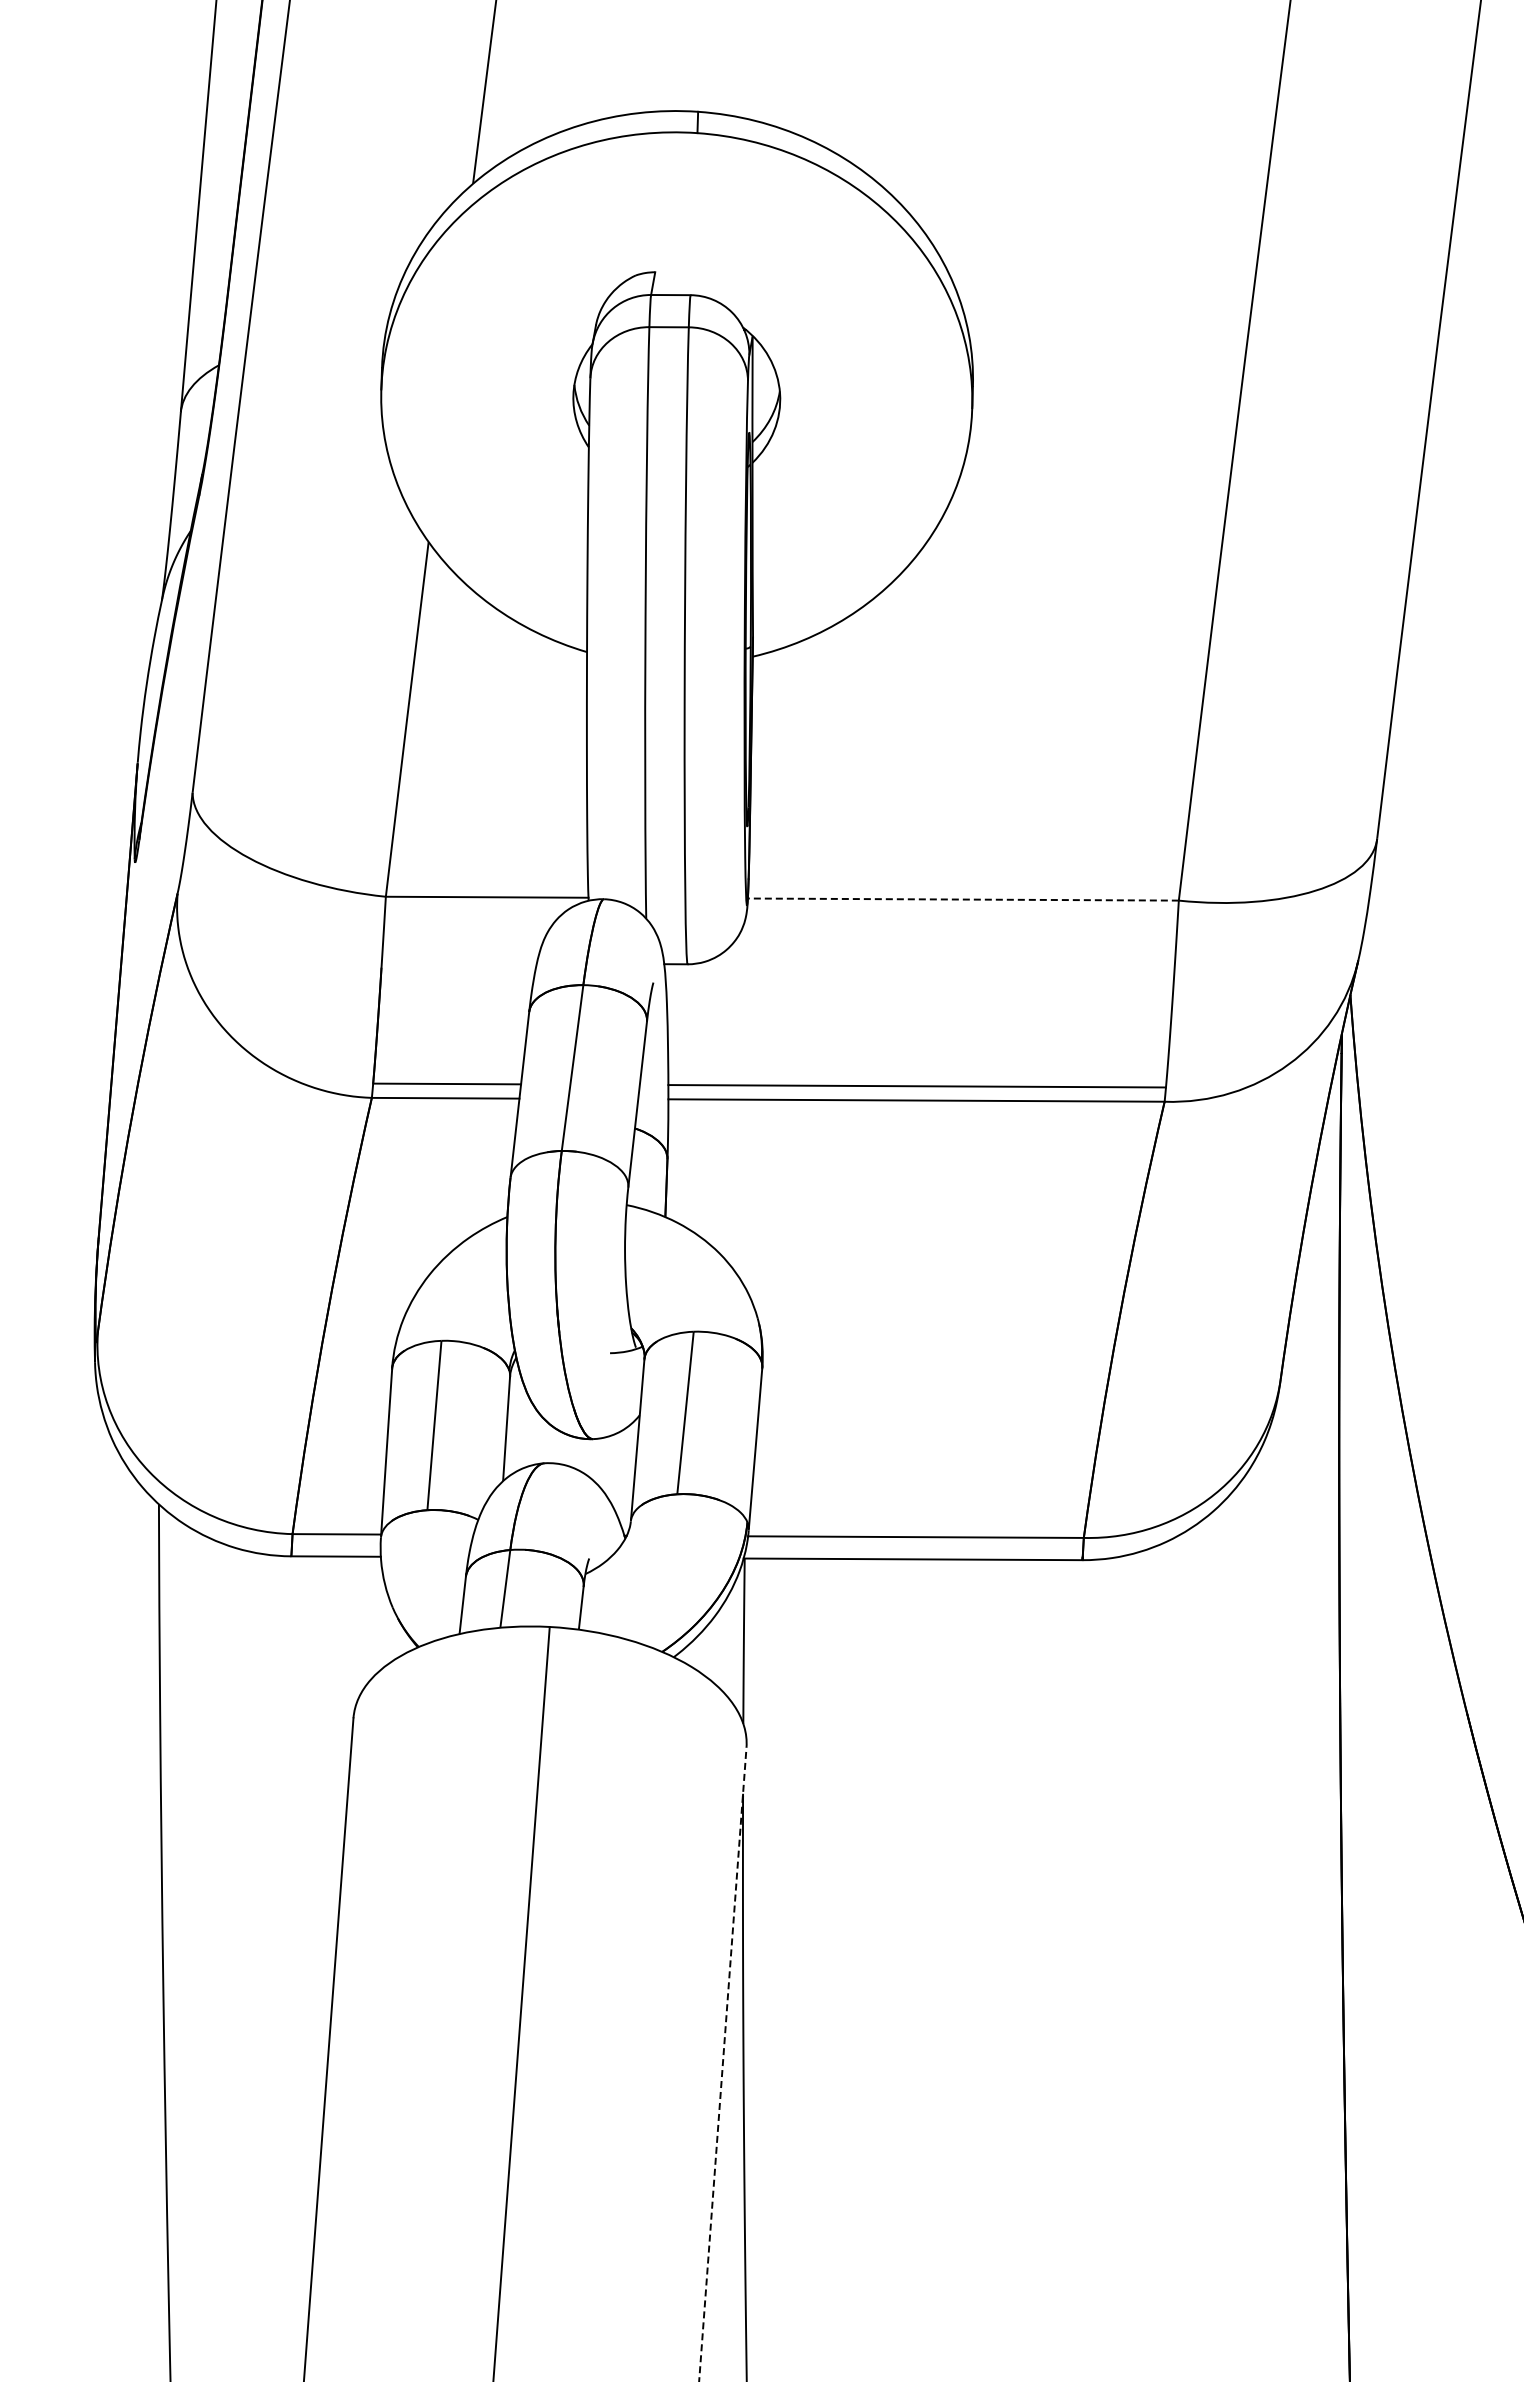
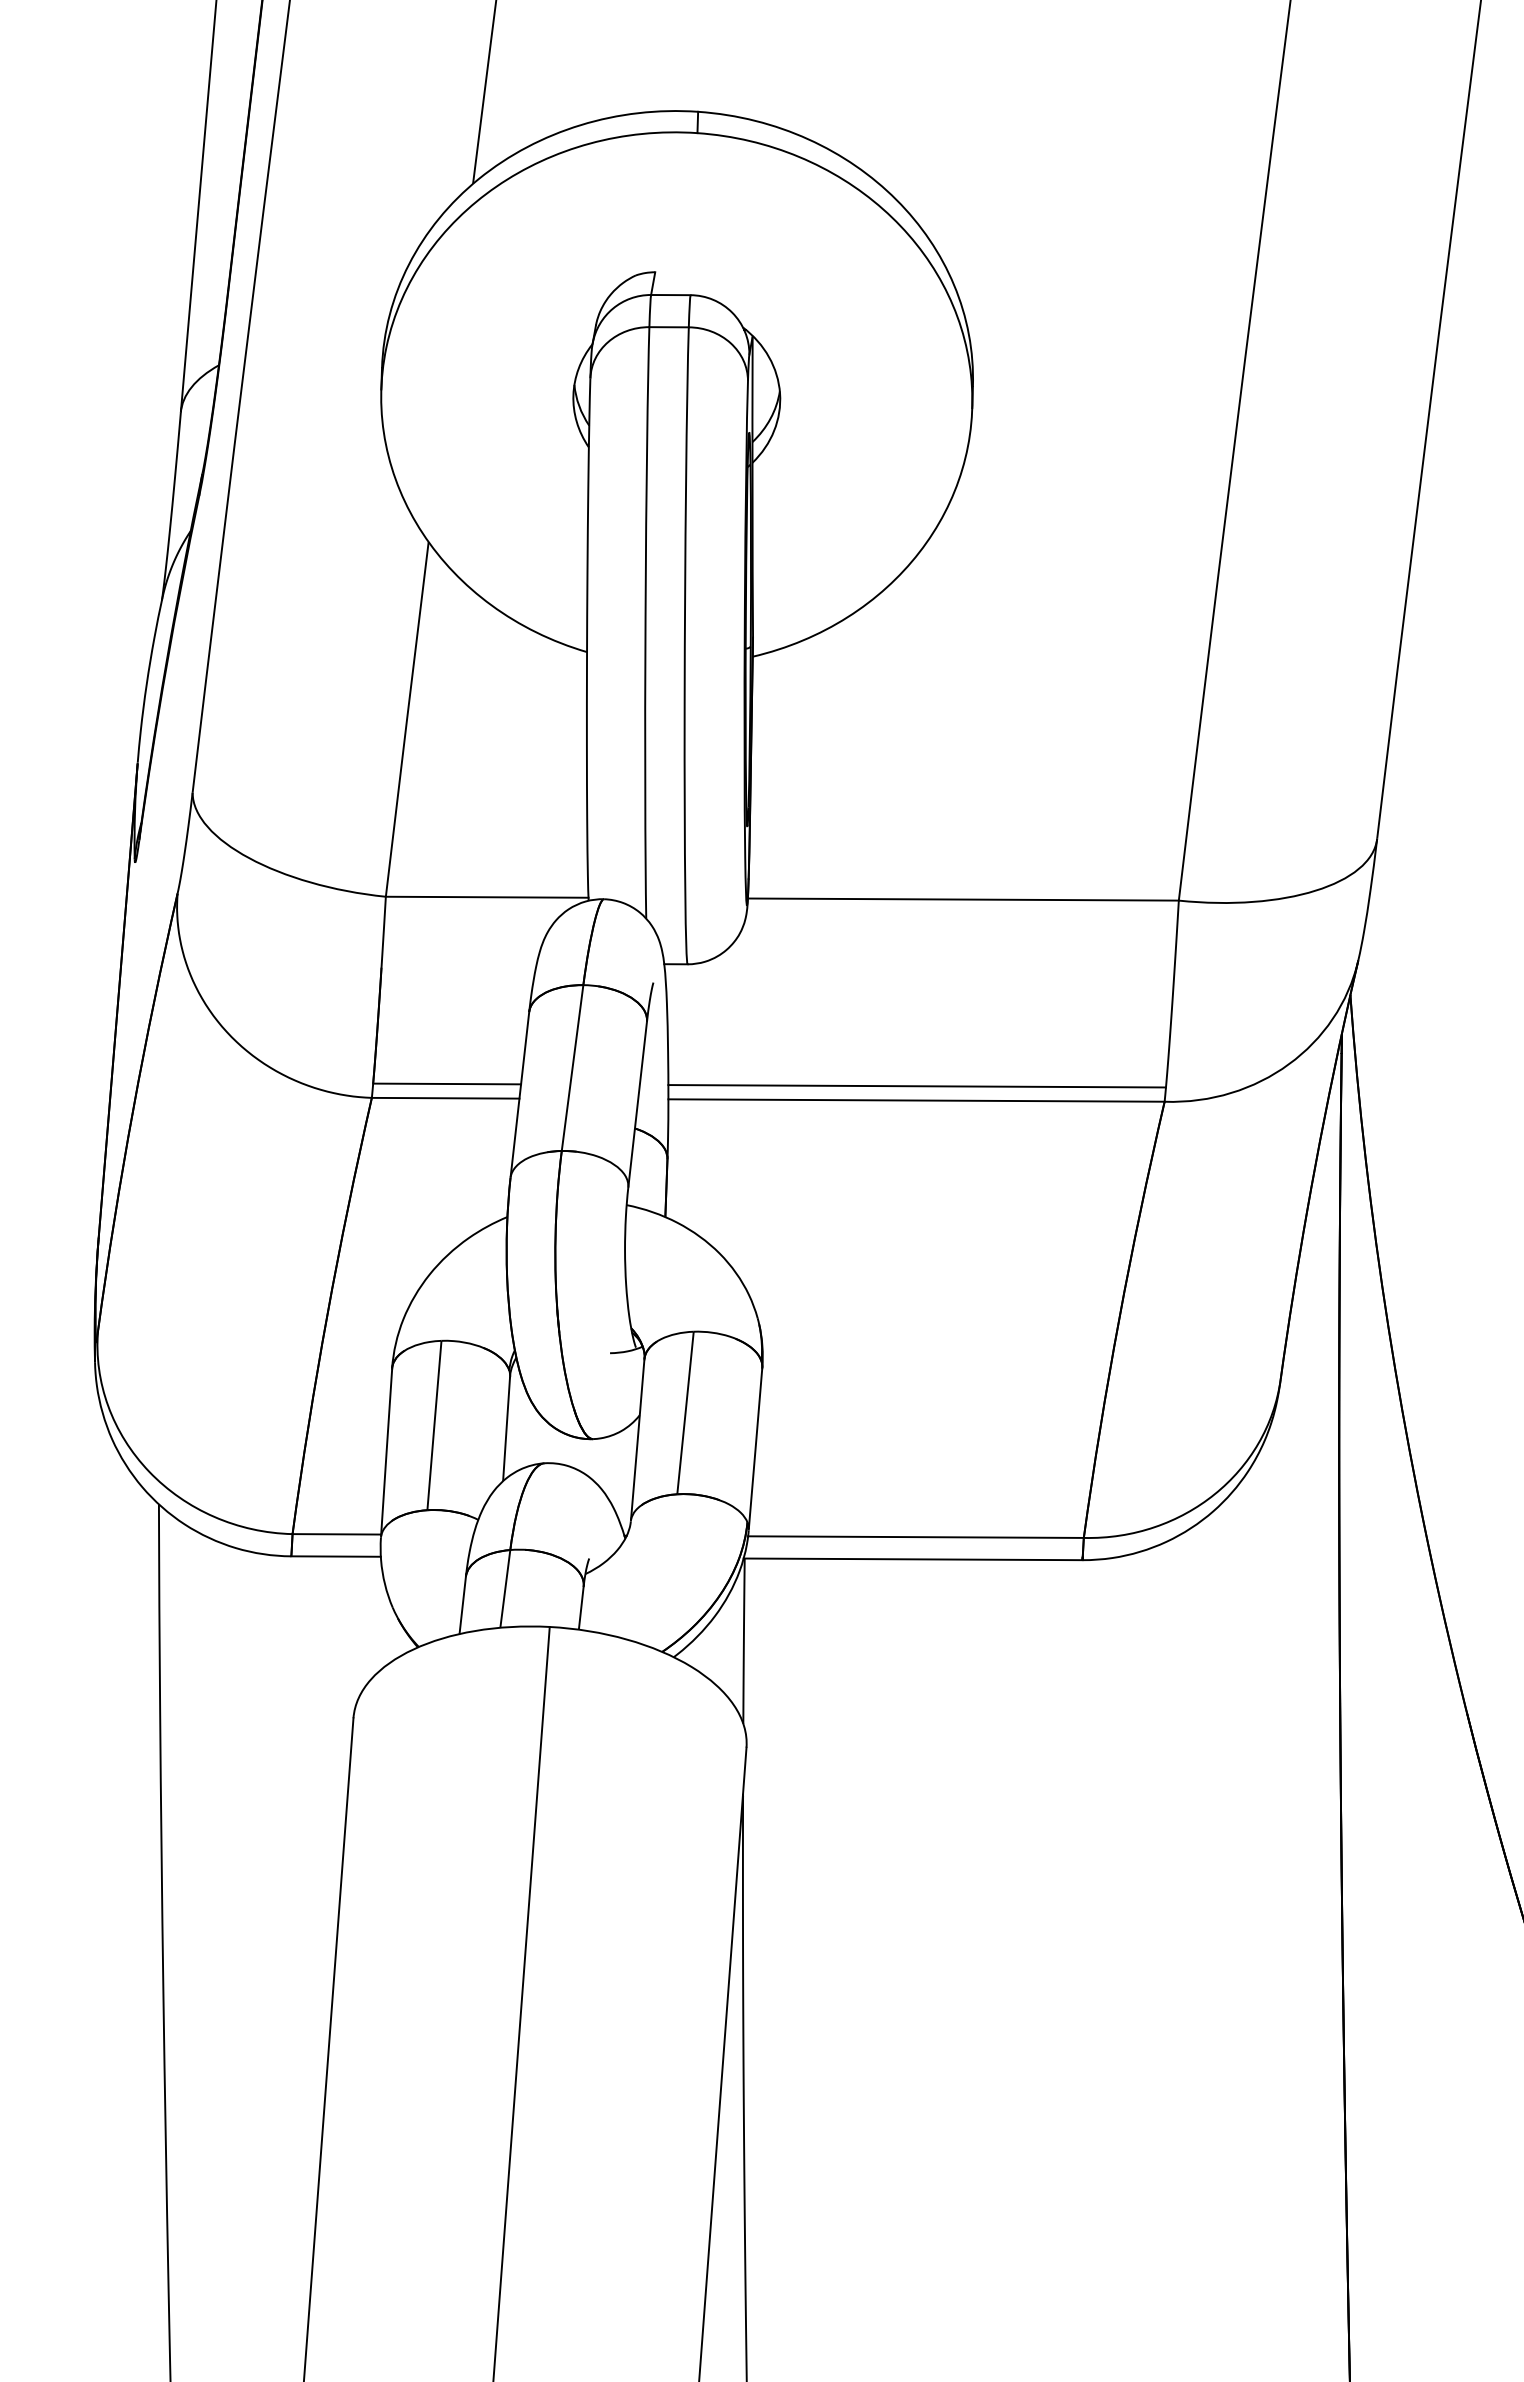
line at (962, 899): dashed -> solid
line at (722, 2064): dashed -> solid
